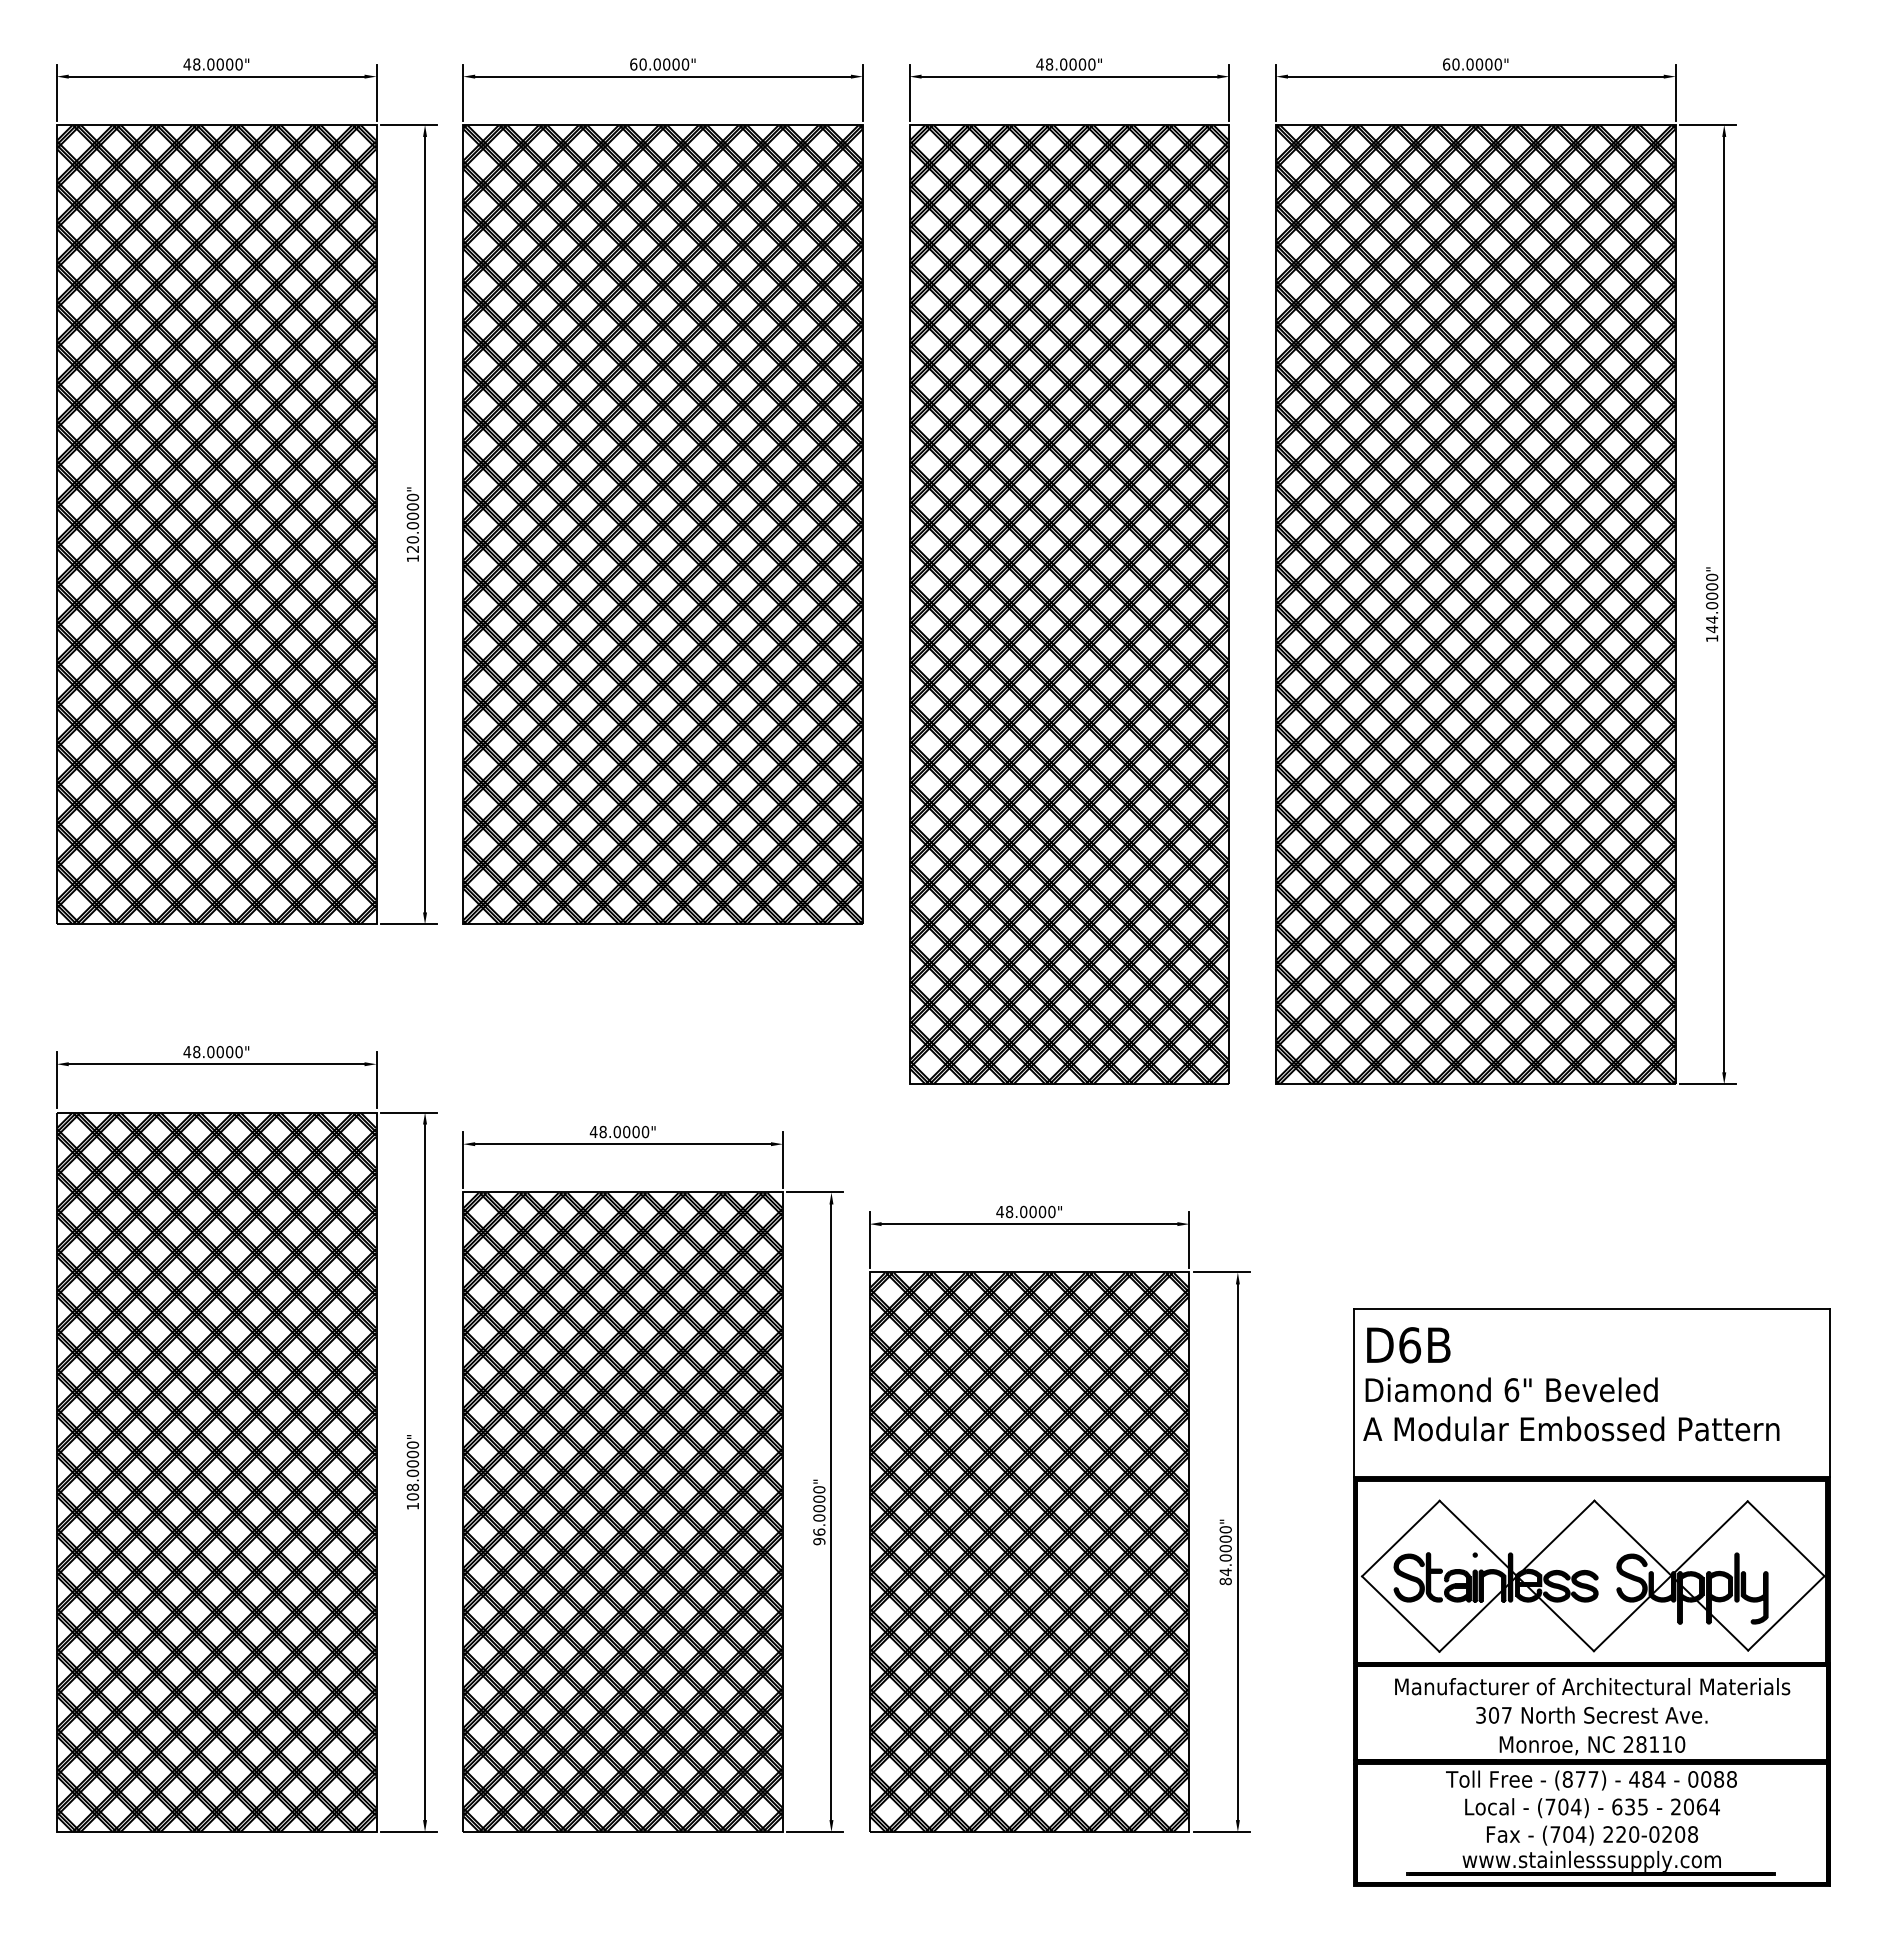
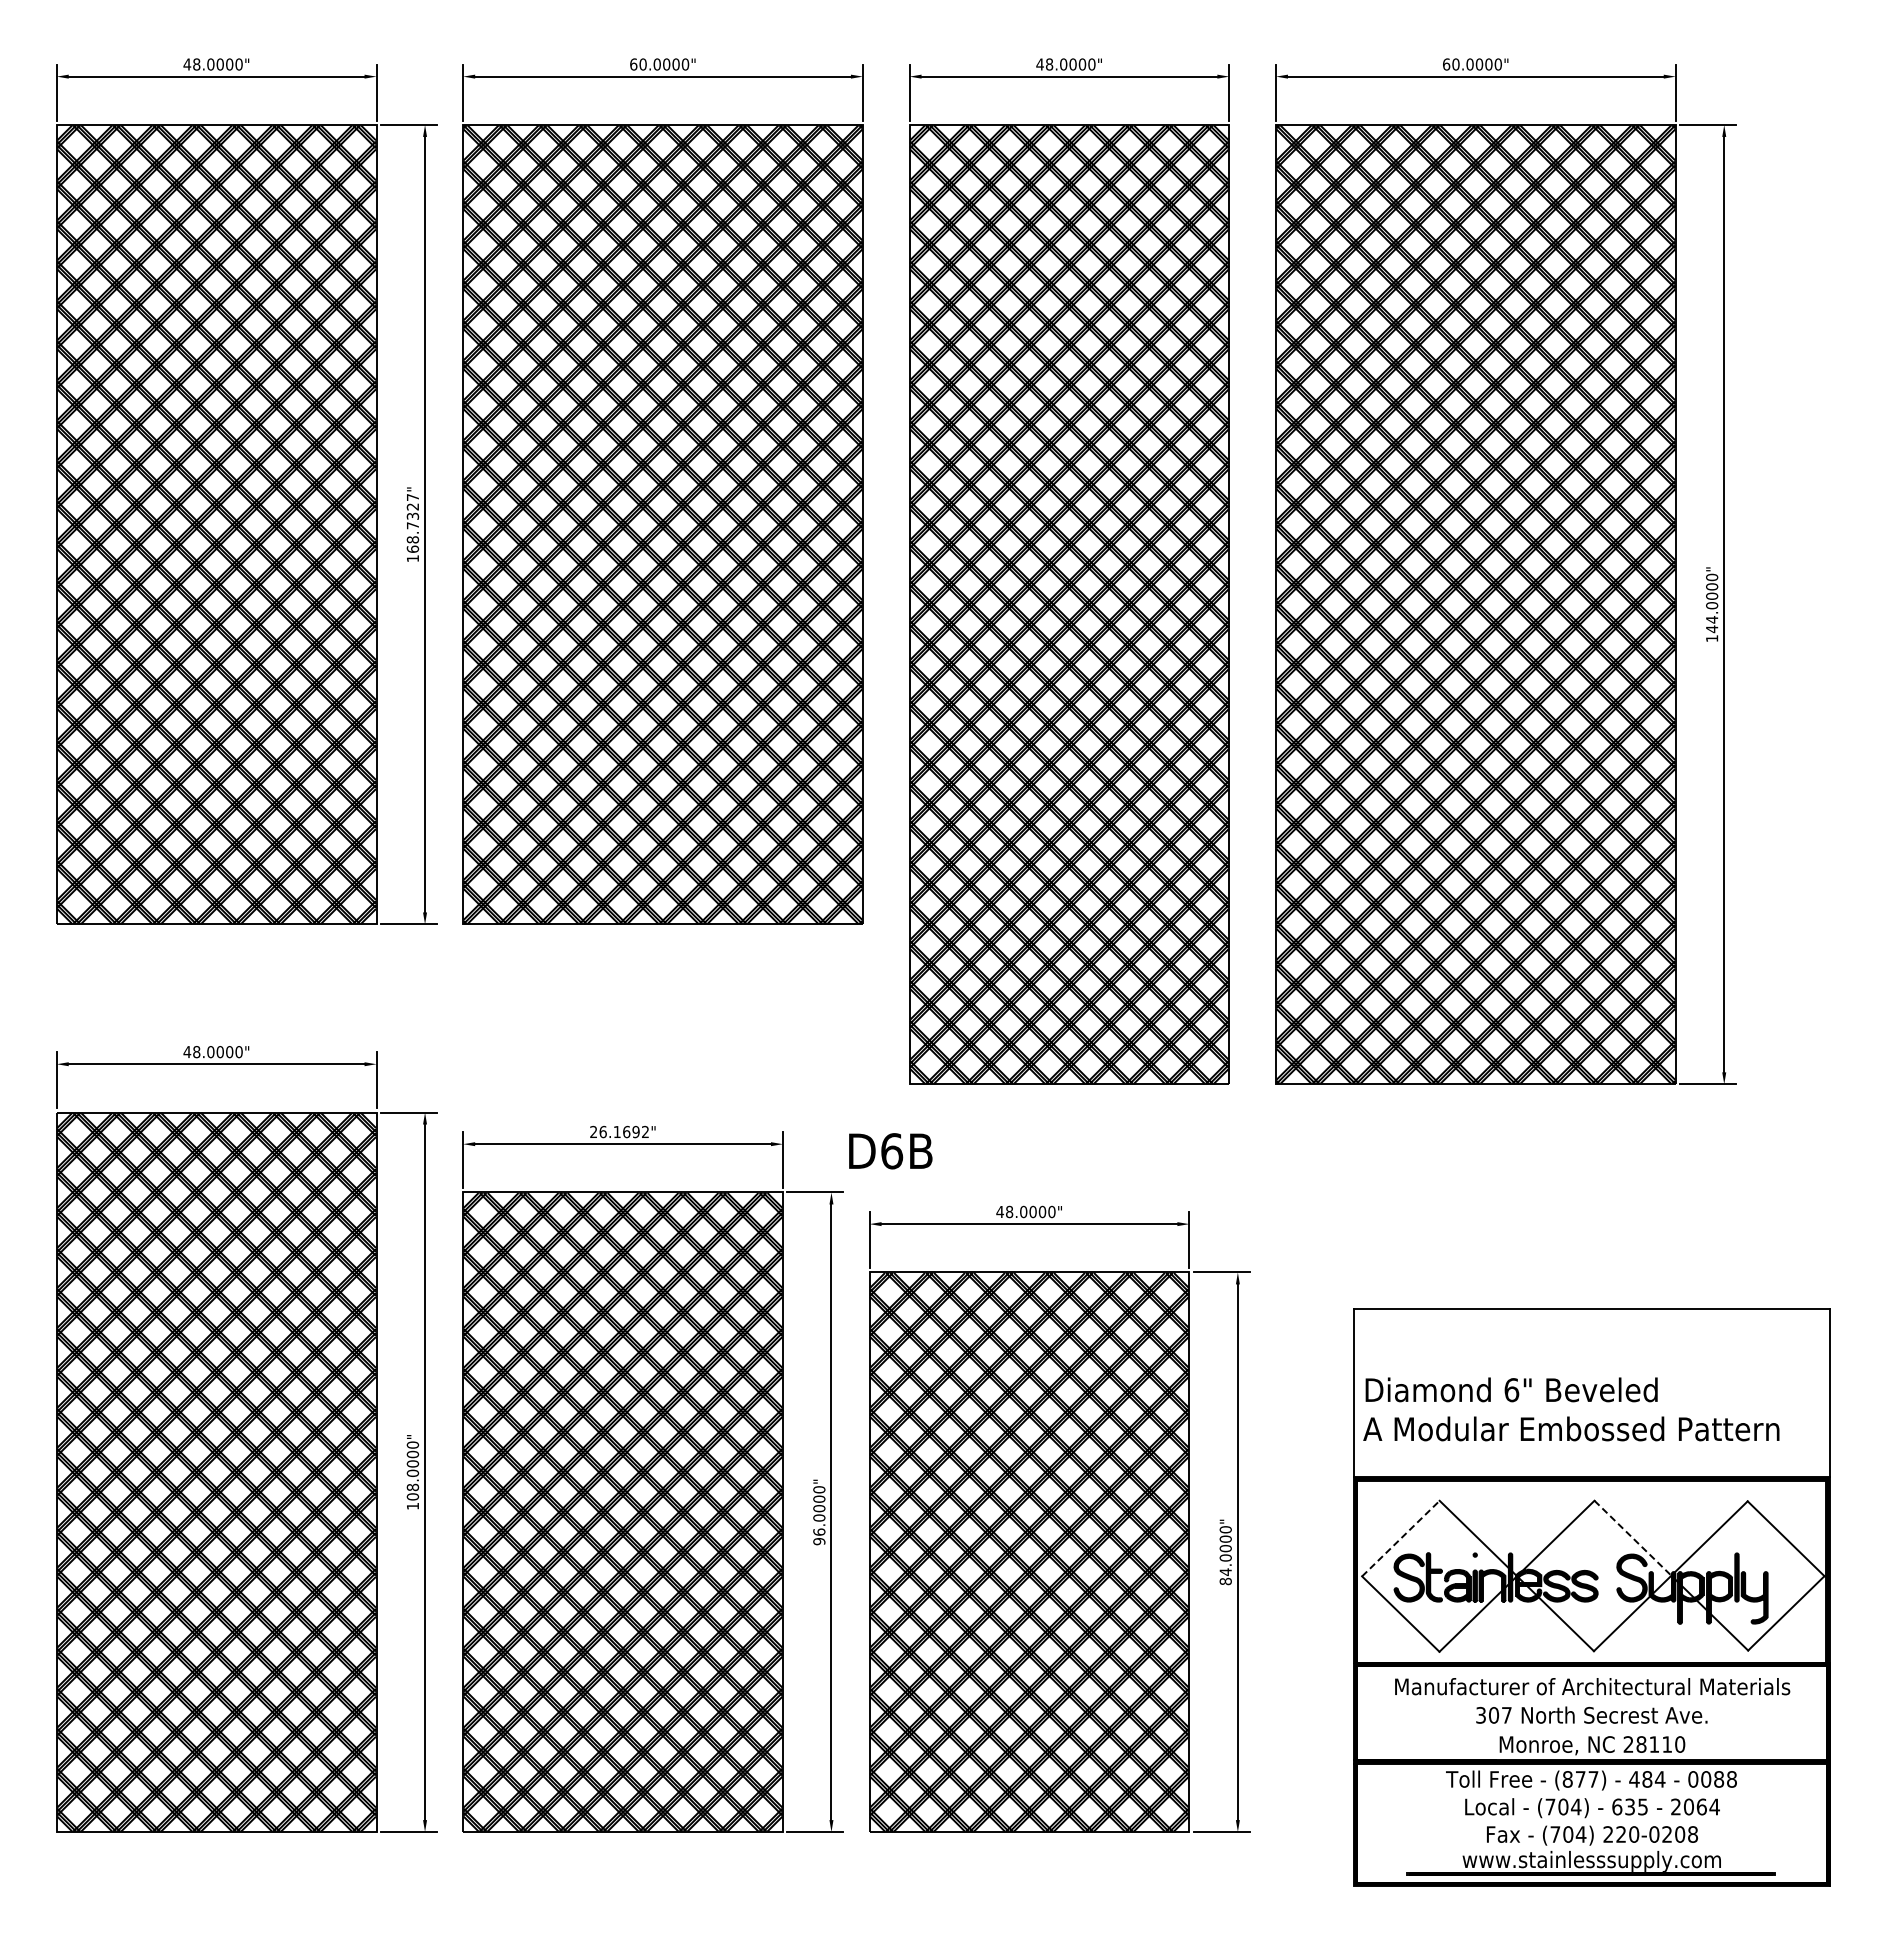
text at (412, 522): 120.0000" -> 168.7327"
text at (619, 1131): 48.0000" -> 26.1692"
text at (1408, 1345) position: (1408, 1345) -> (890, 1151)
line at (1401, 1538): solid -> dashed
line at (1633, 1538): solid -> dashed
